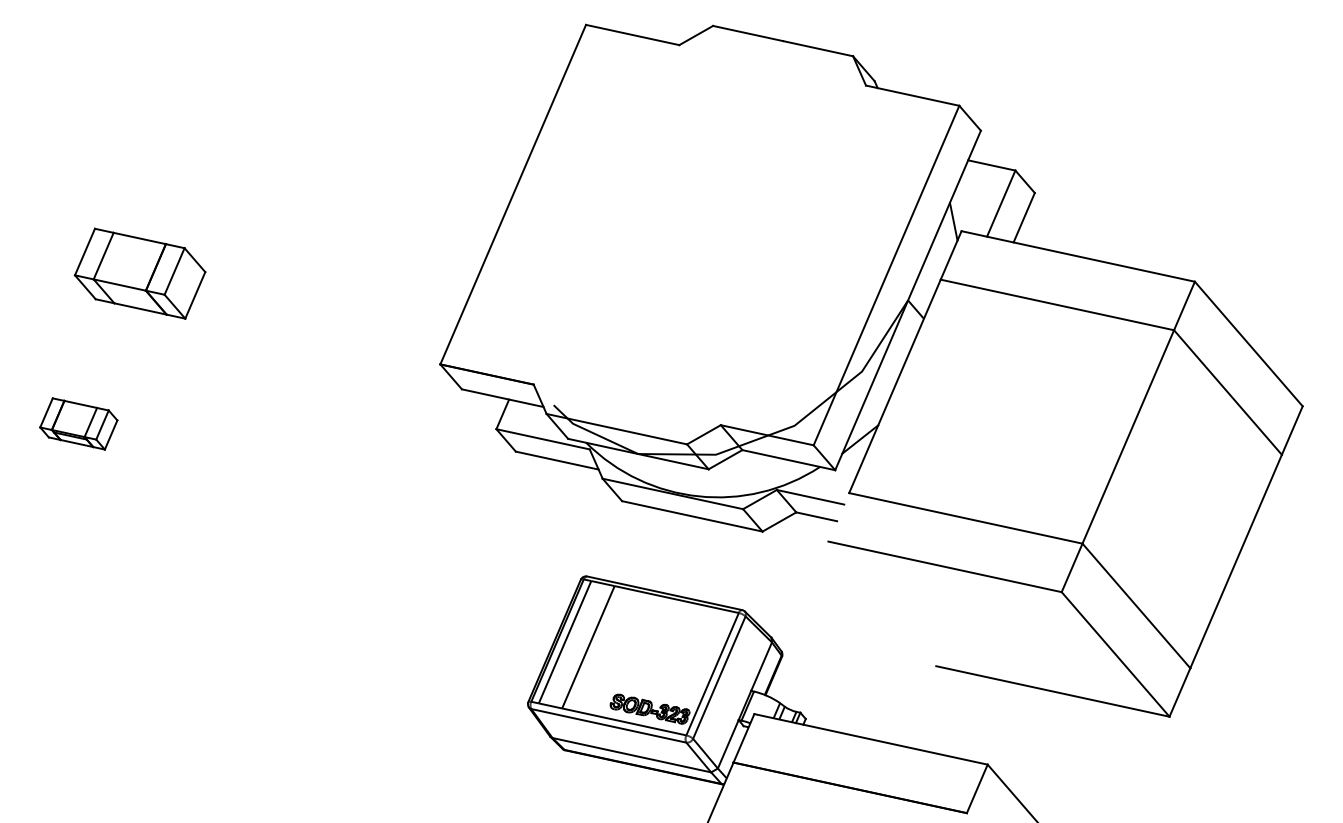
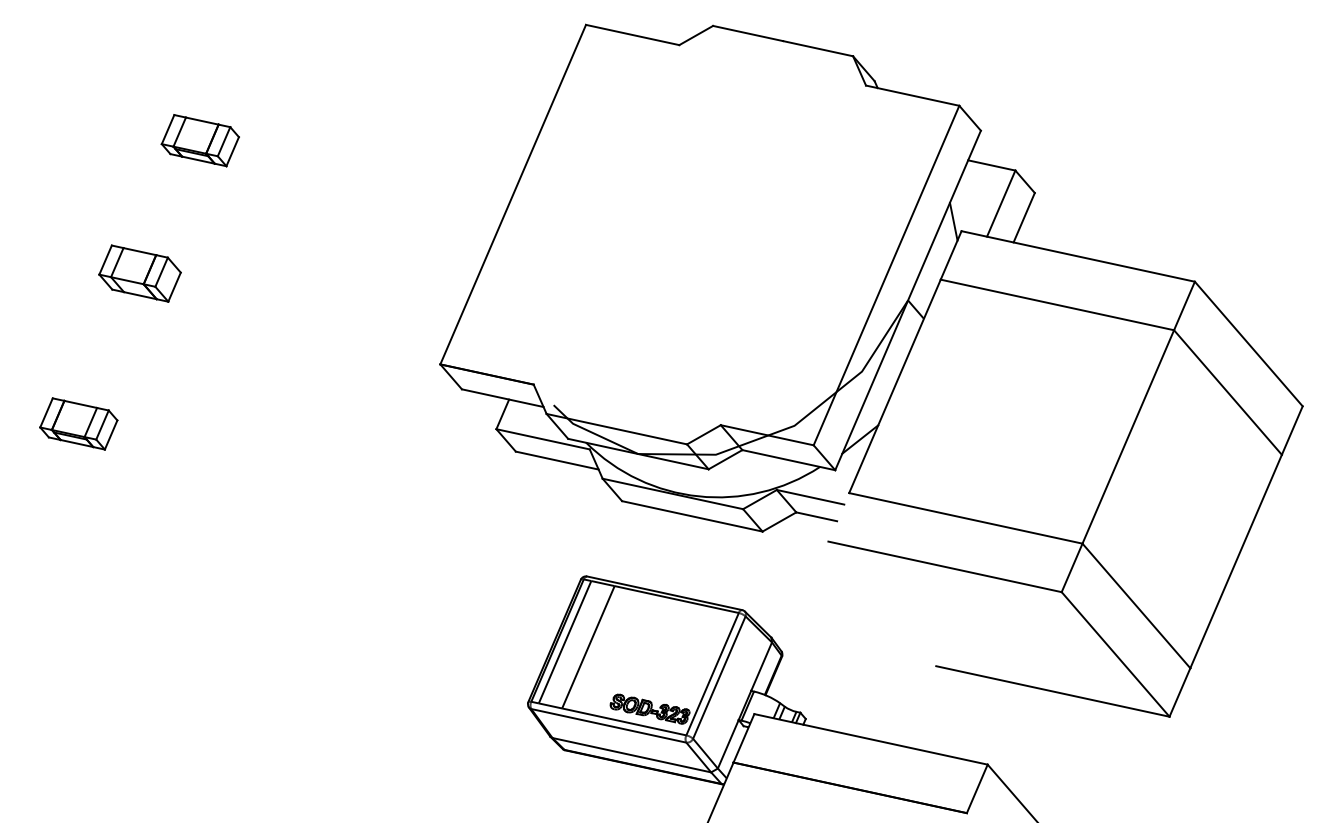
part at (199, 140): none -> present
part at (139, 273) size: 134x93 px -> 84x59 px
